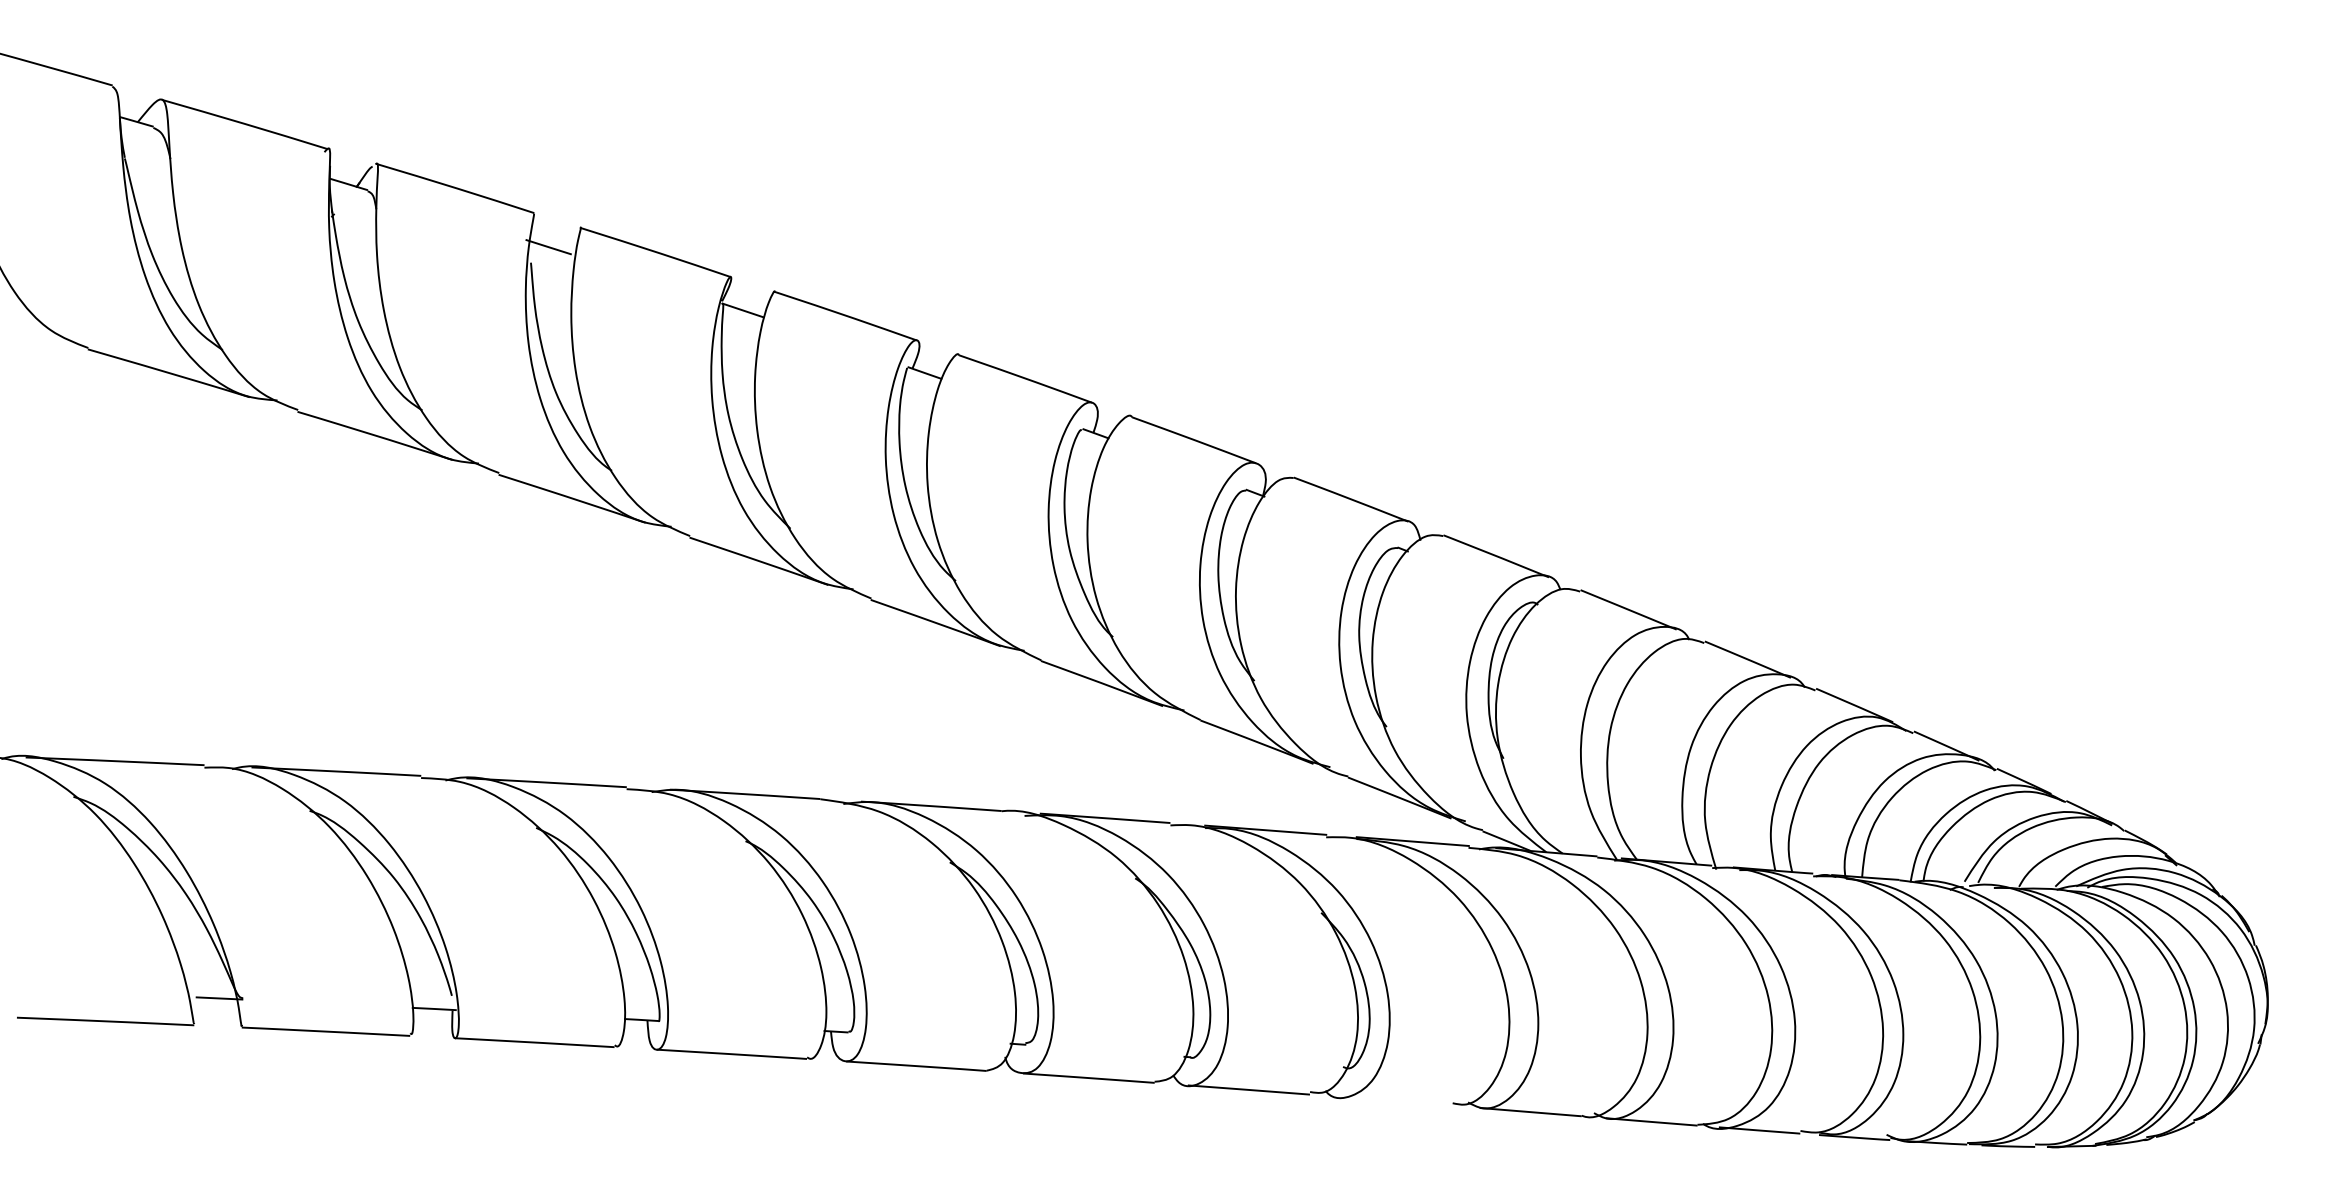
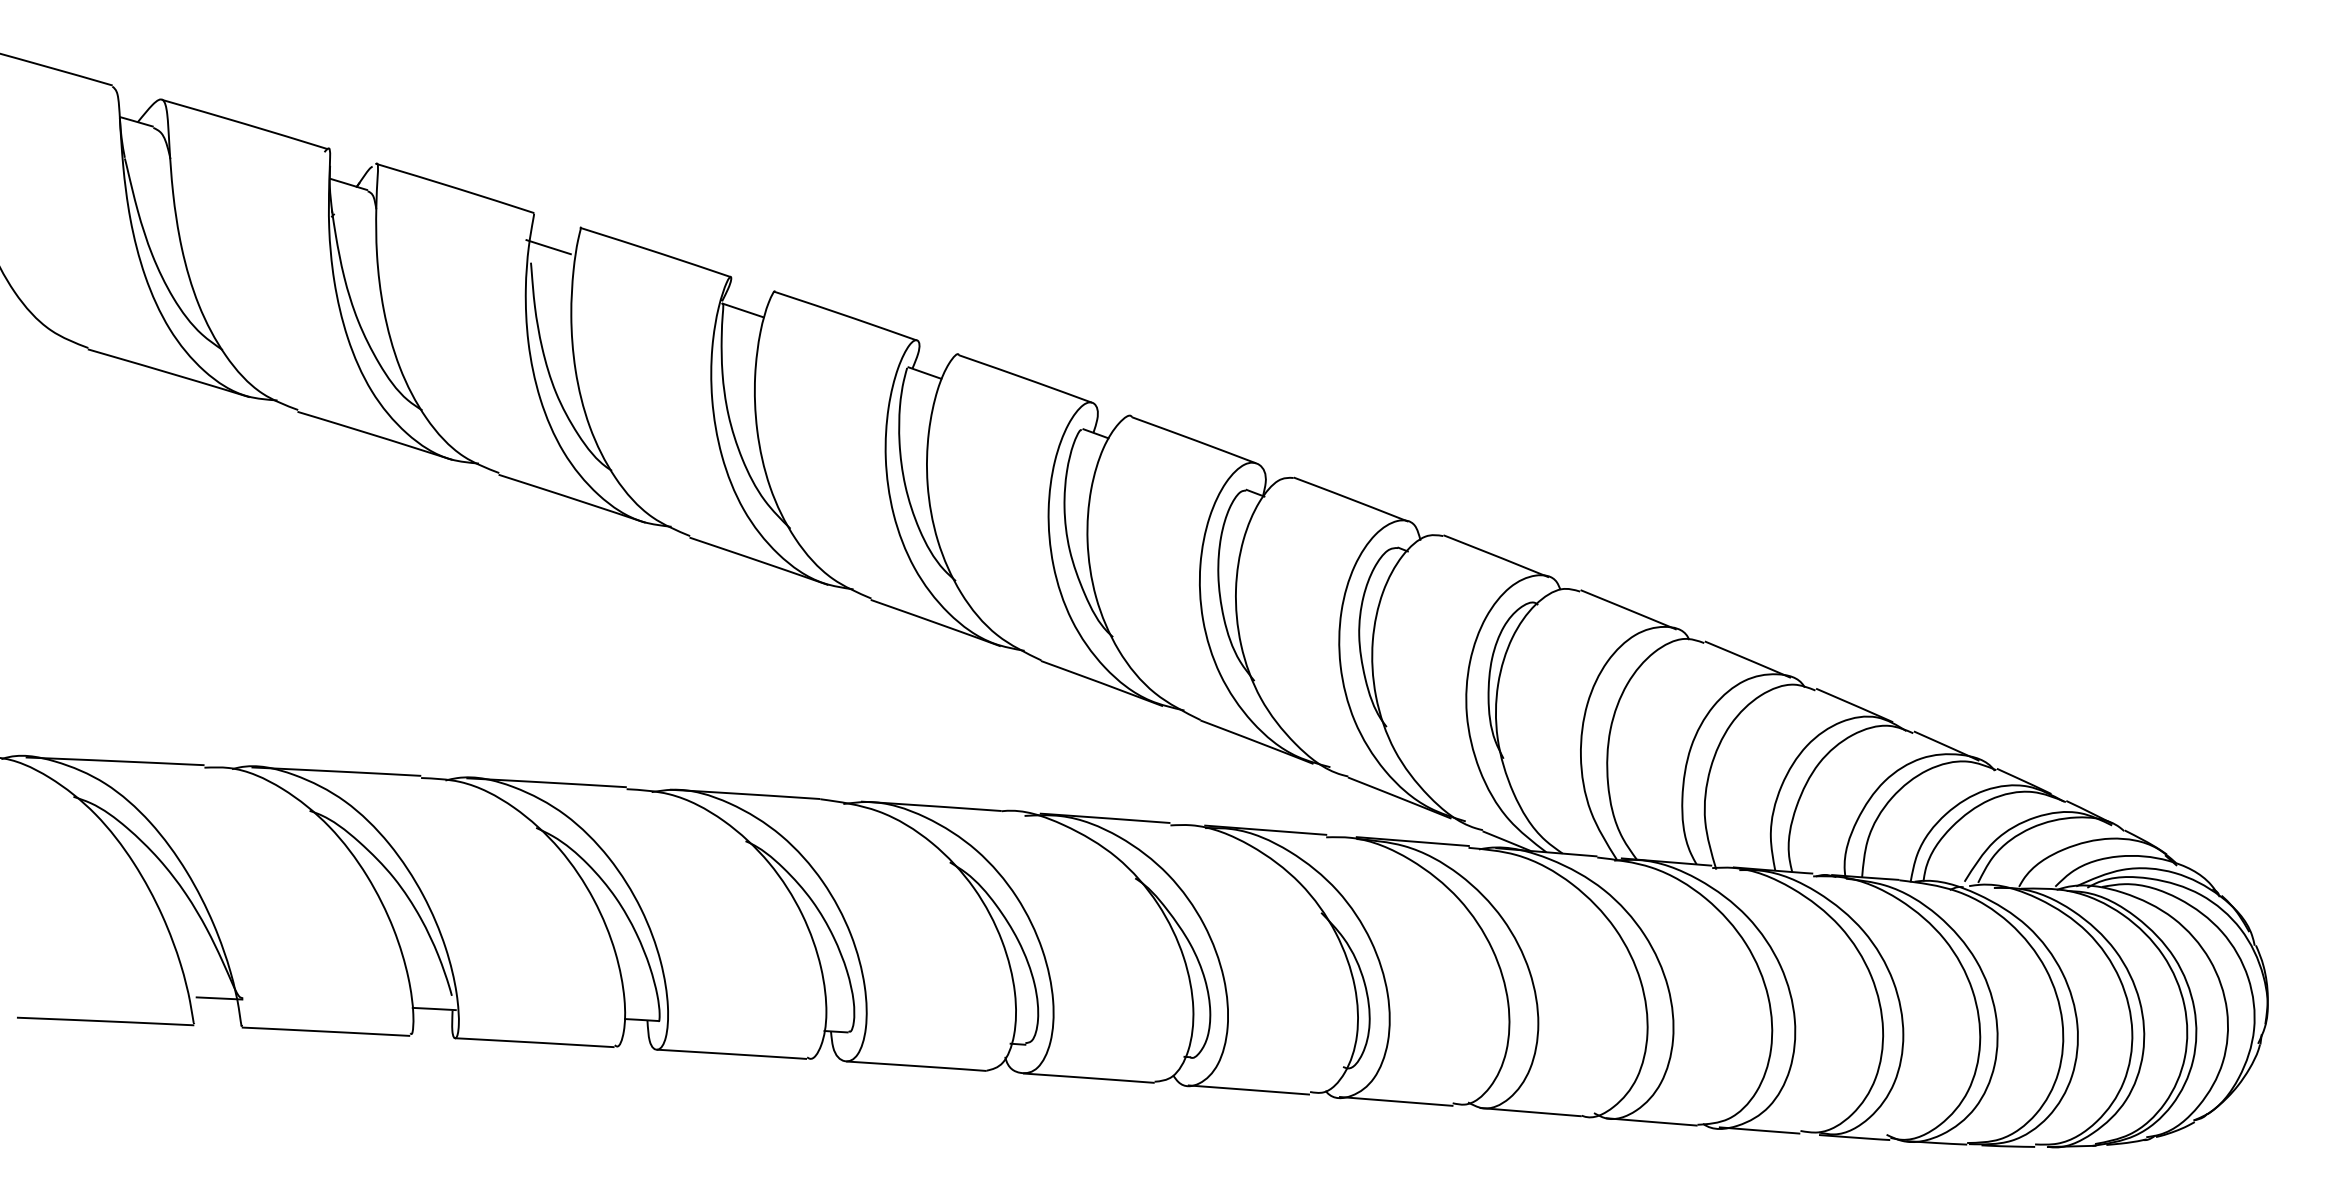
line at (1396, 1101): none -> present
